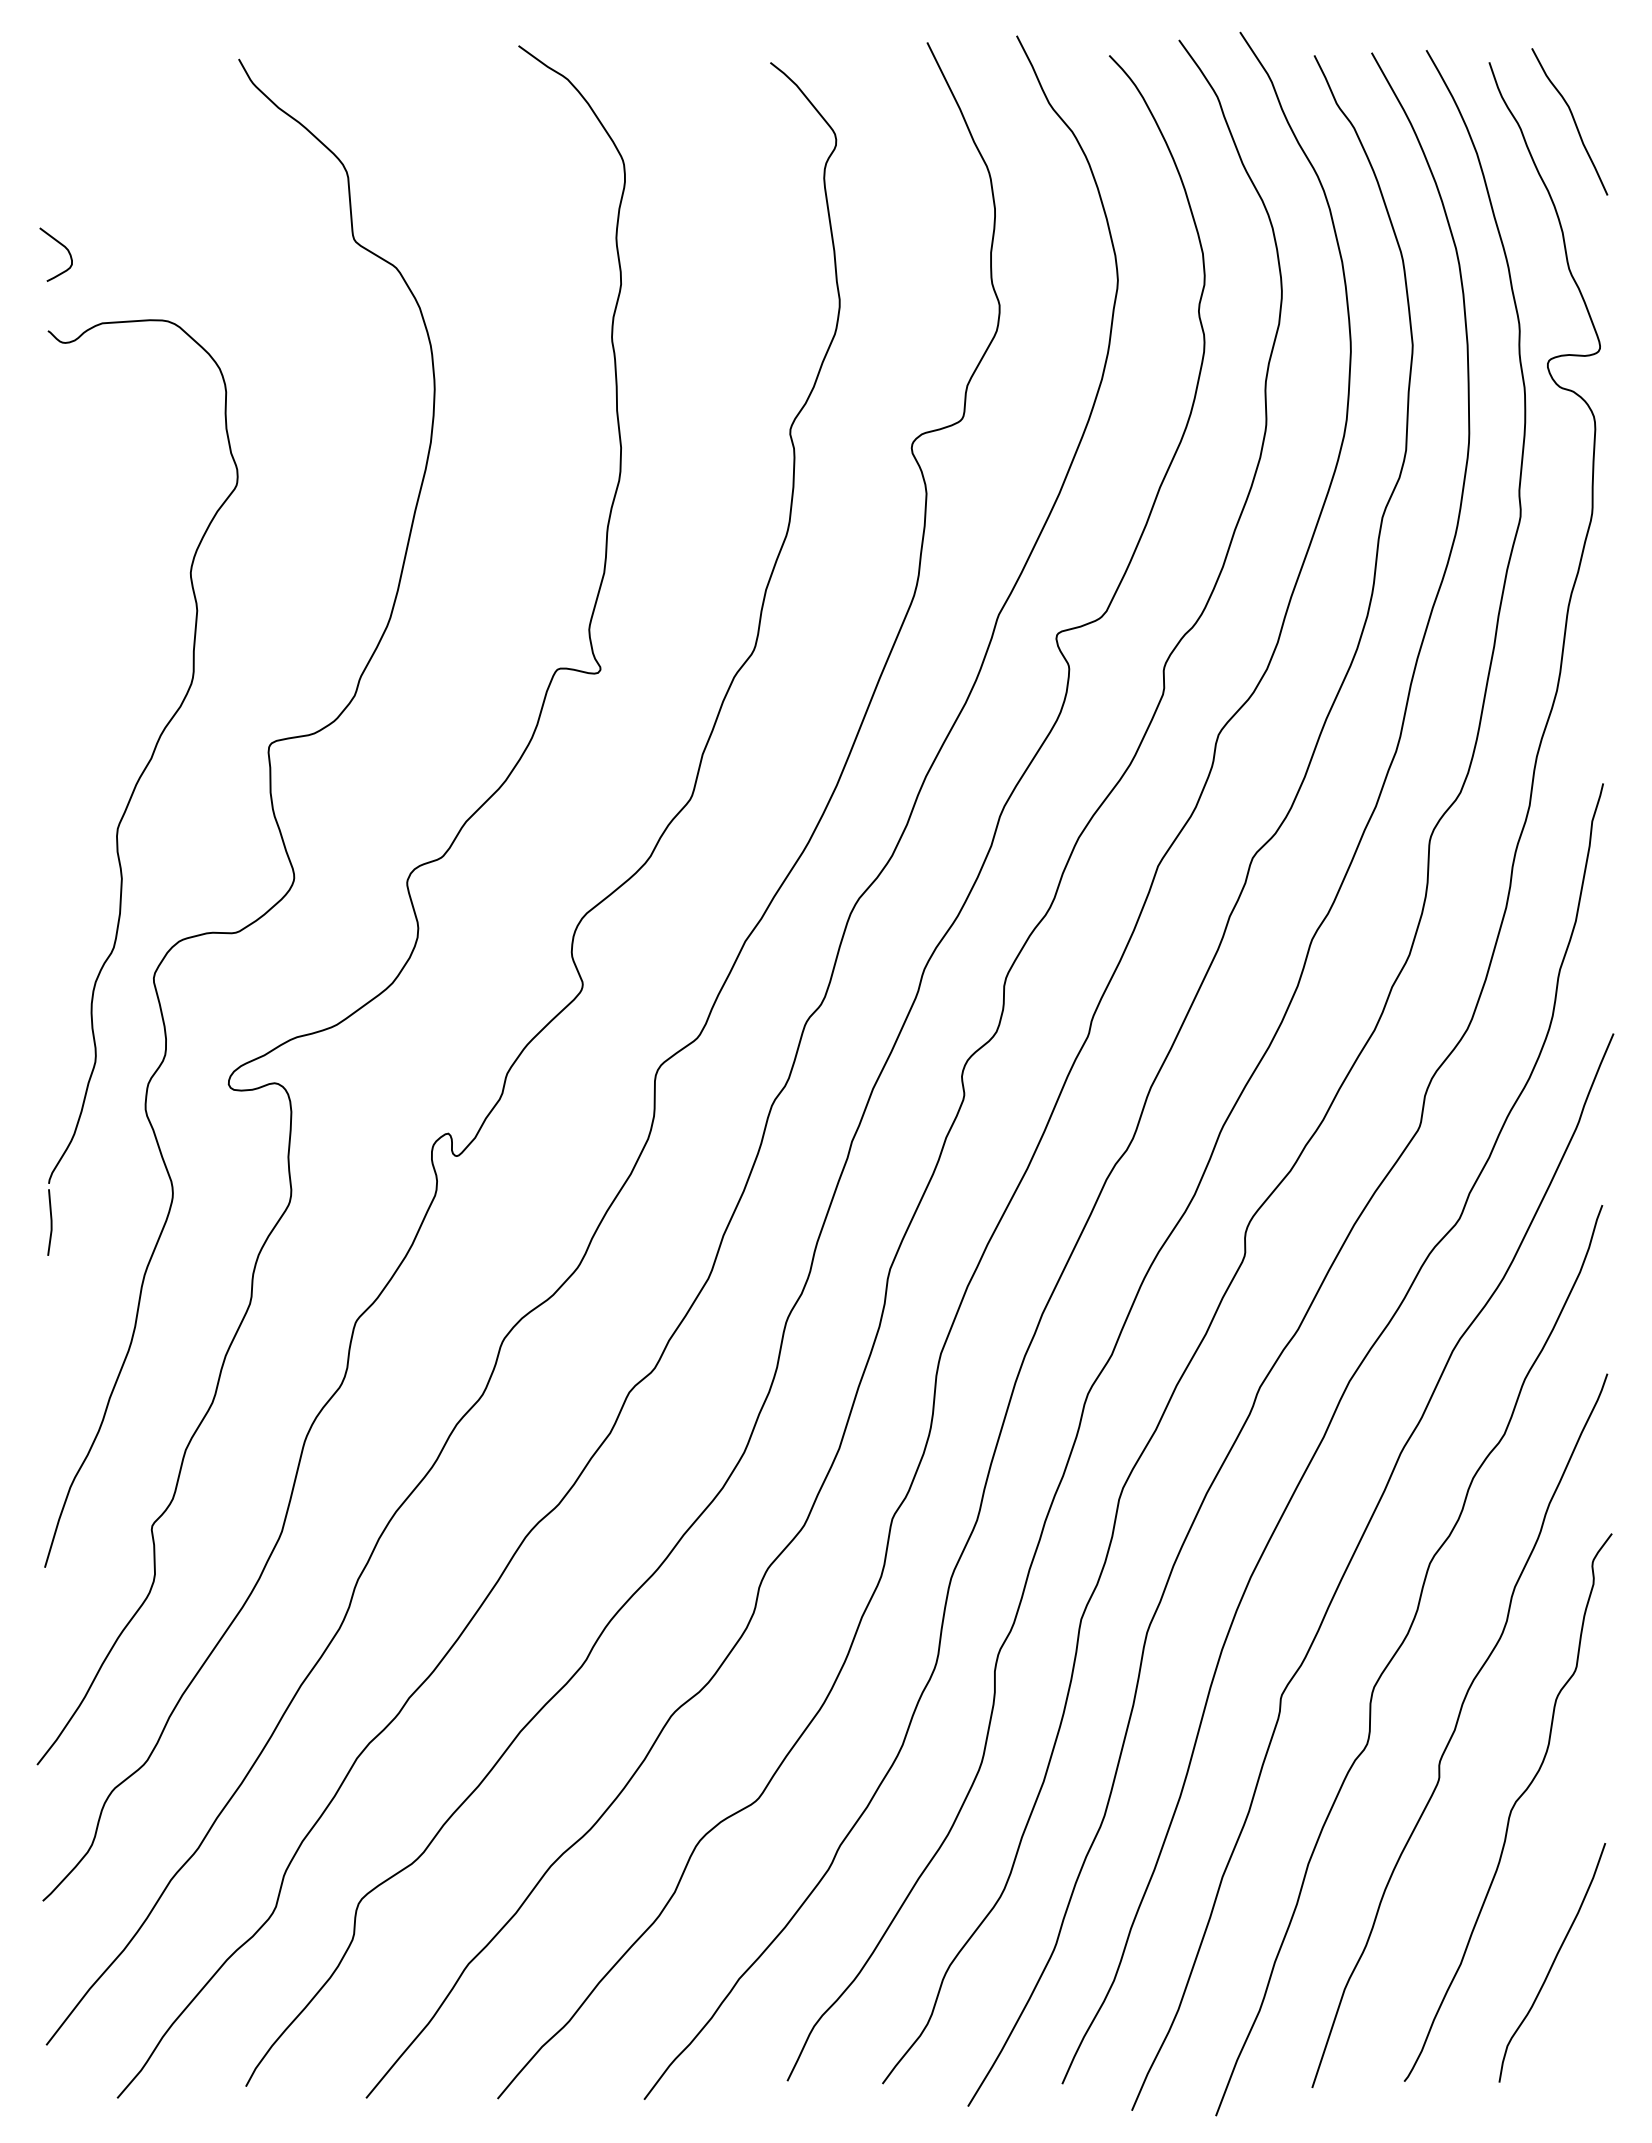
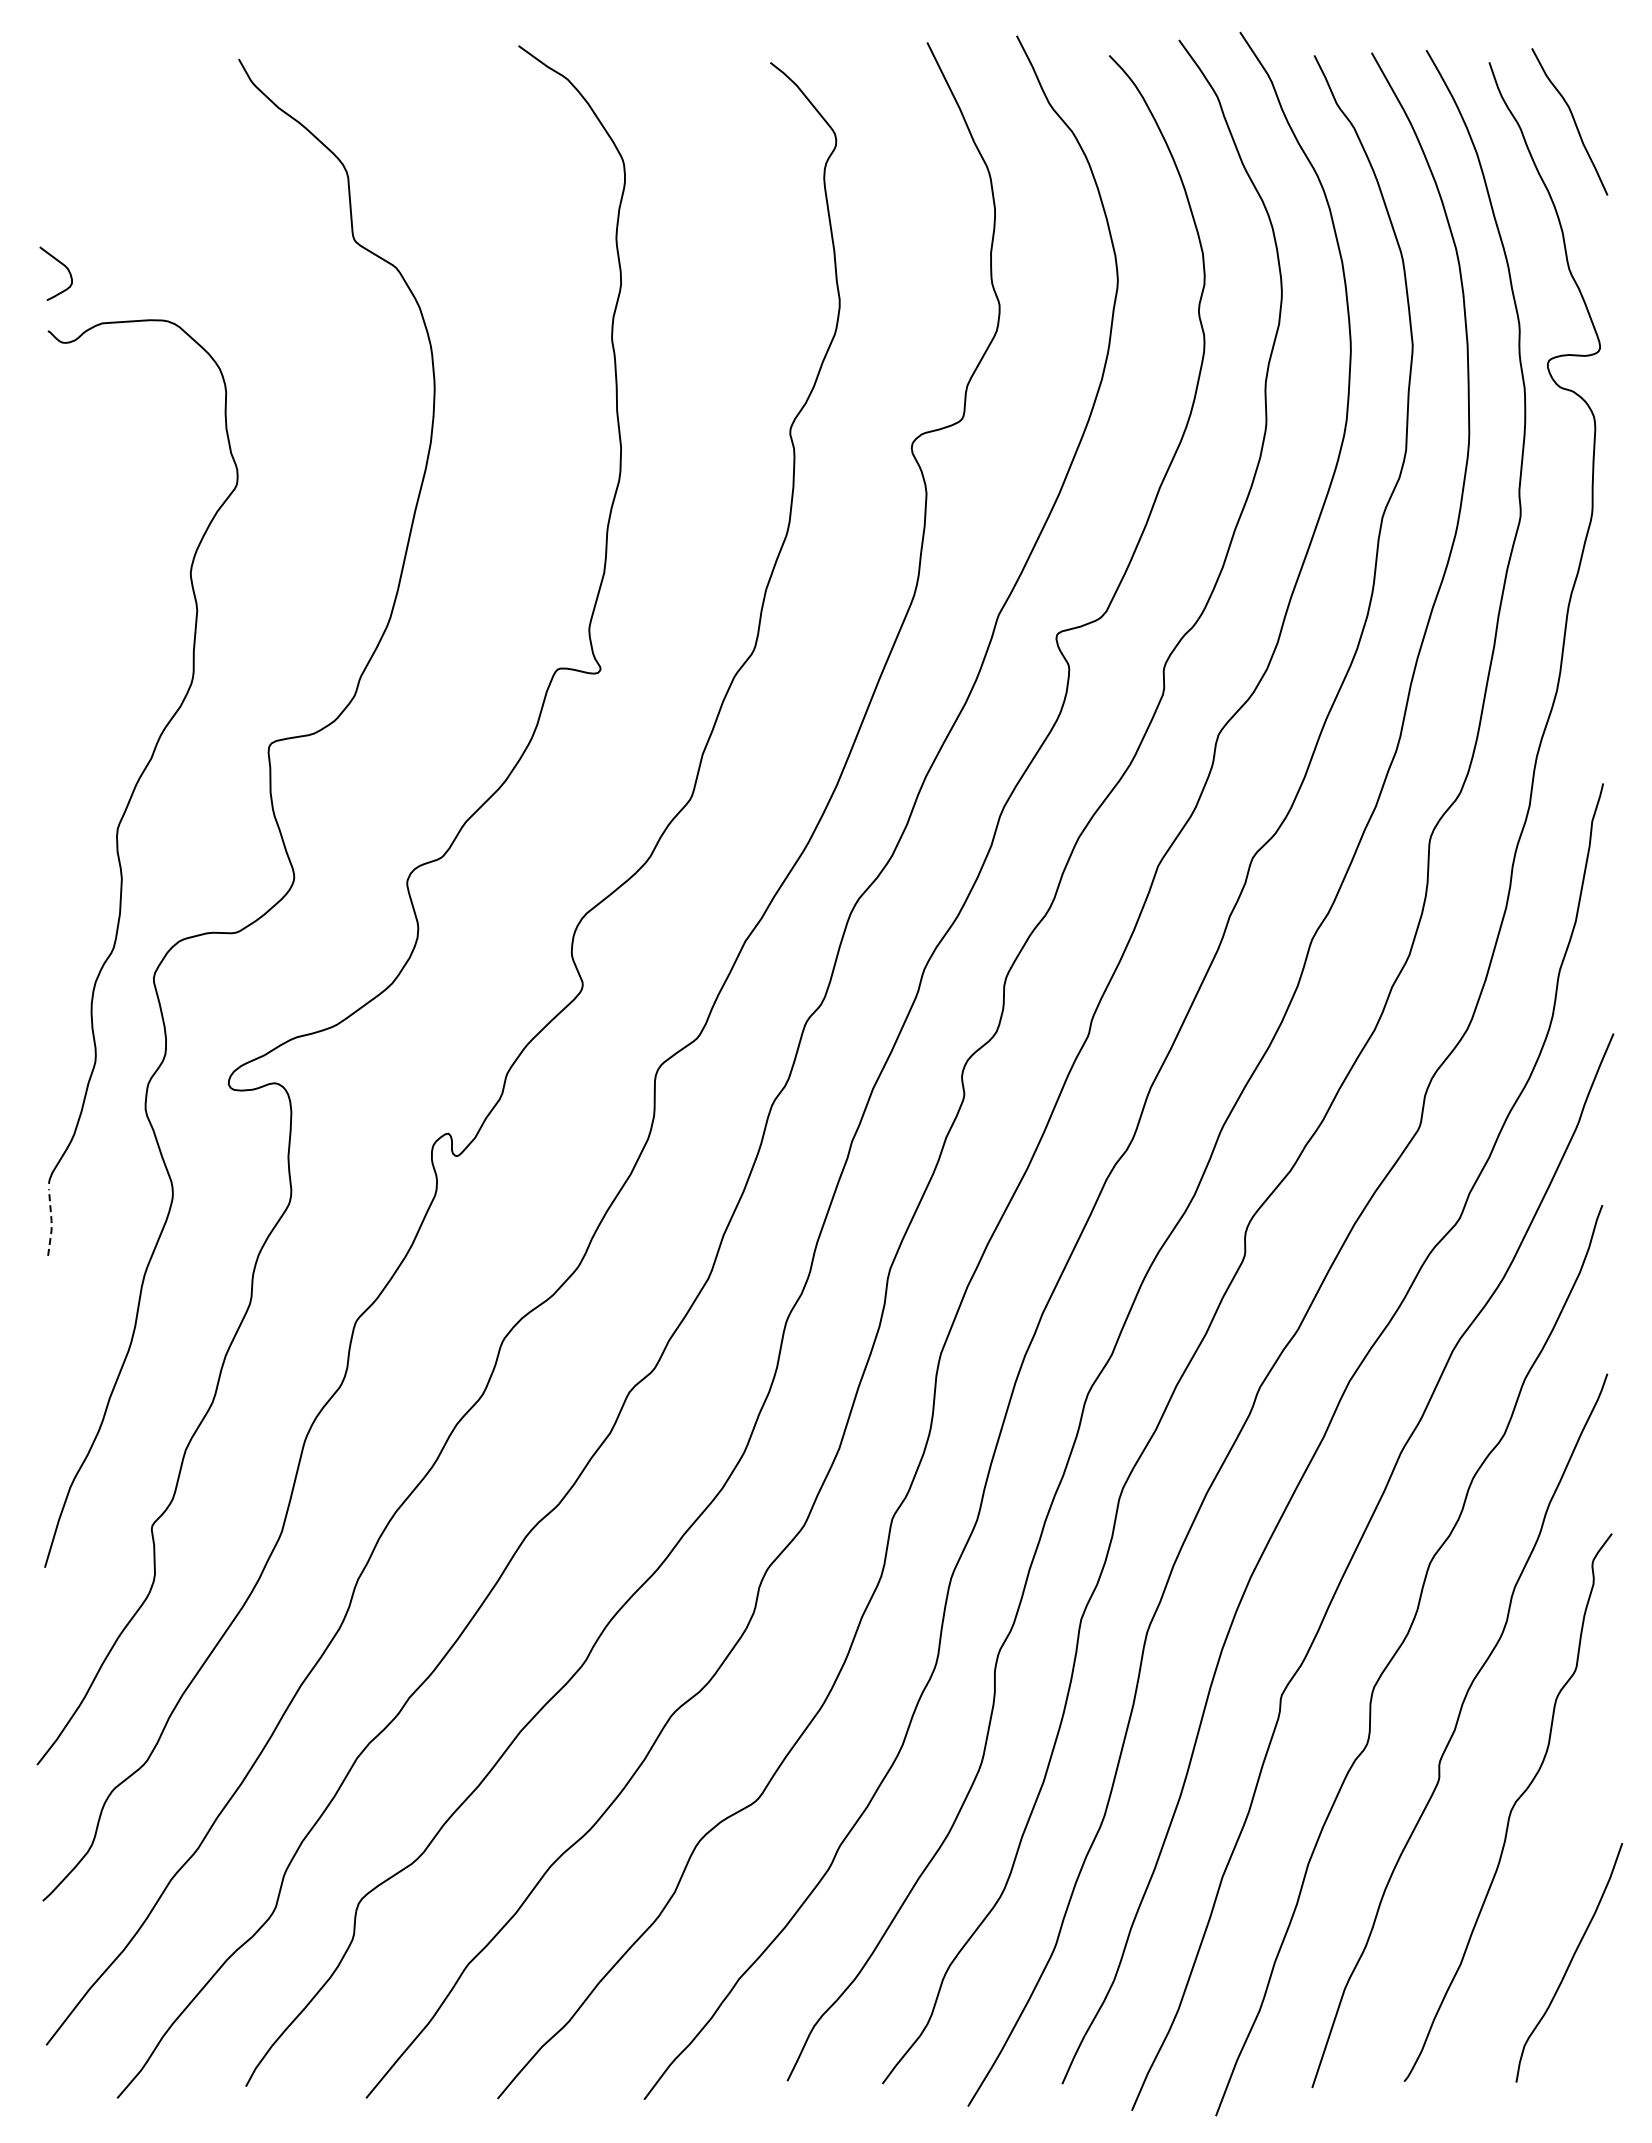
curve at (62, 246) position: (62, 246) -> (62, 265)
line at (51, 1222): solid -> dashed
curve at (1552, 1962) position: (1552, 1962) -> (1569, 1962)
